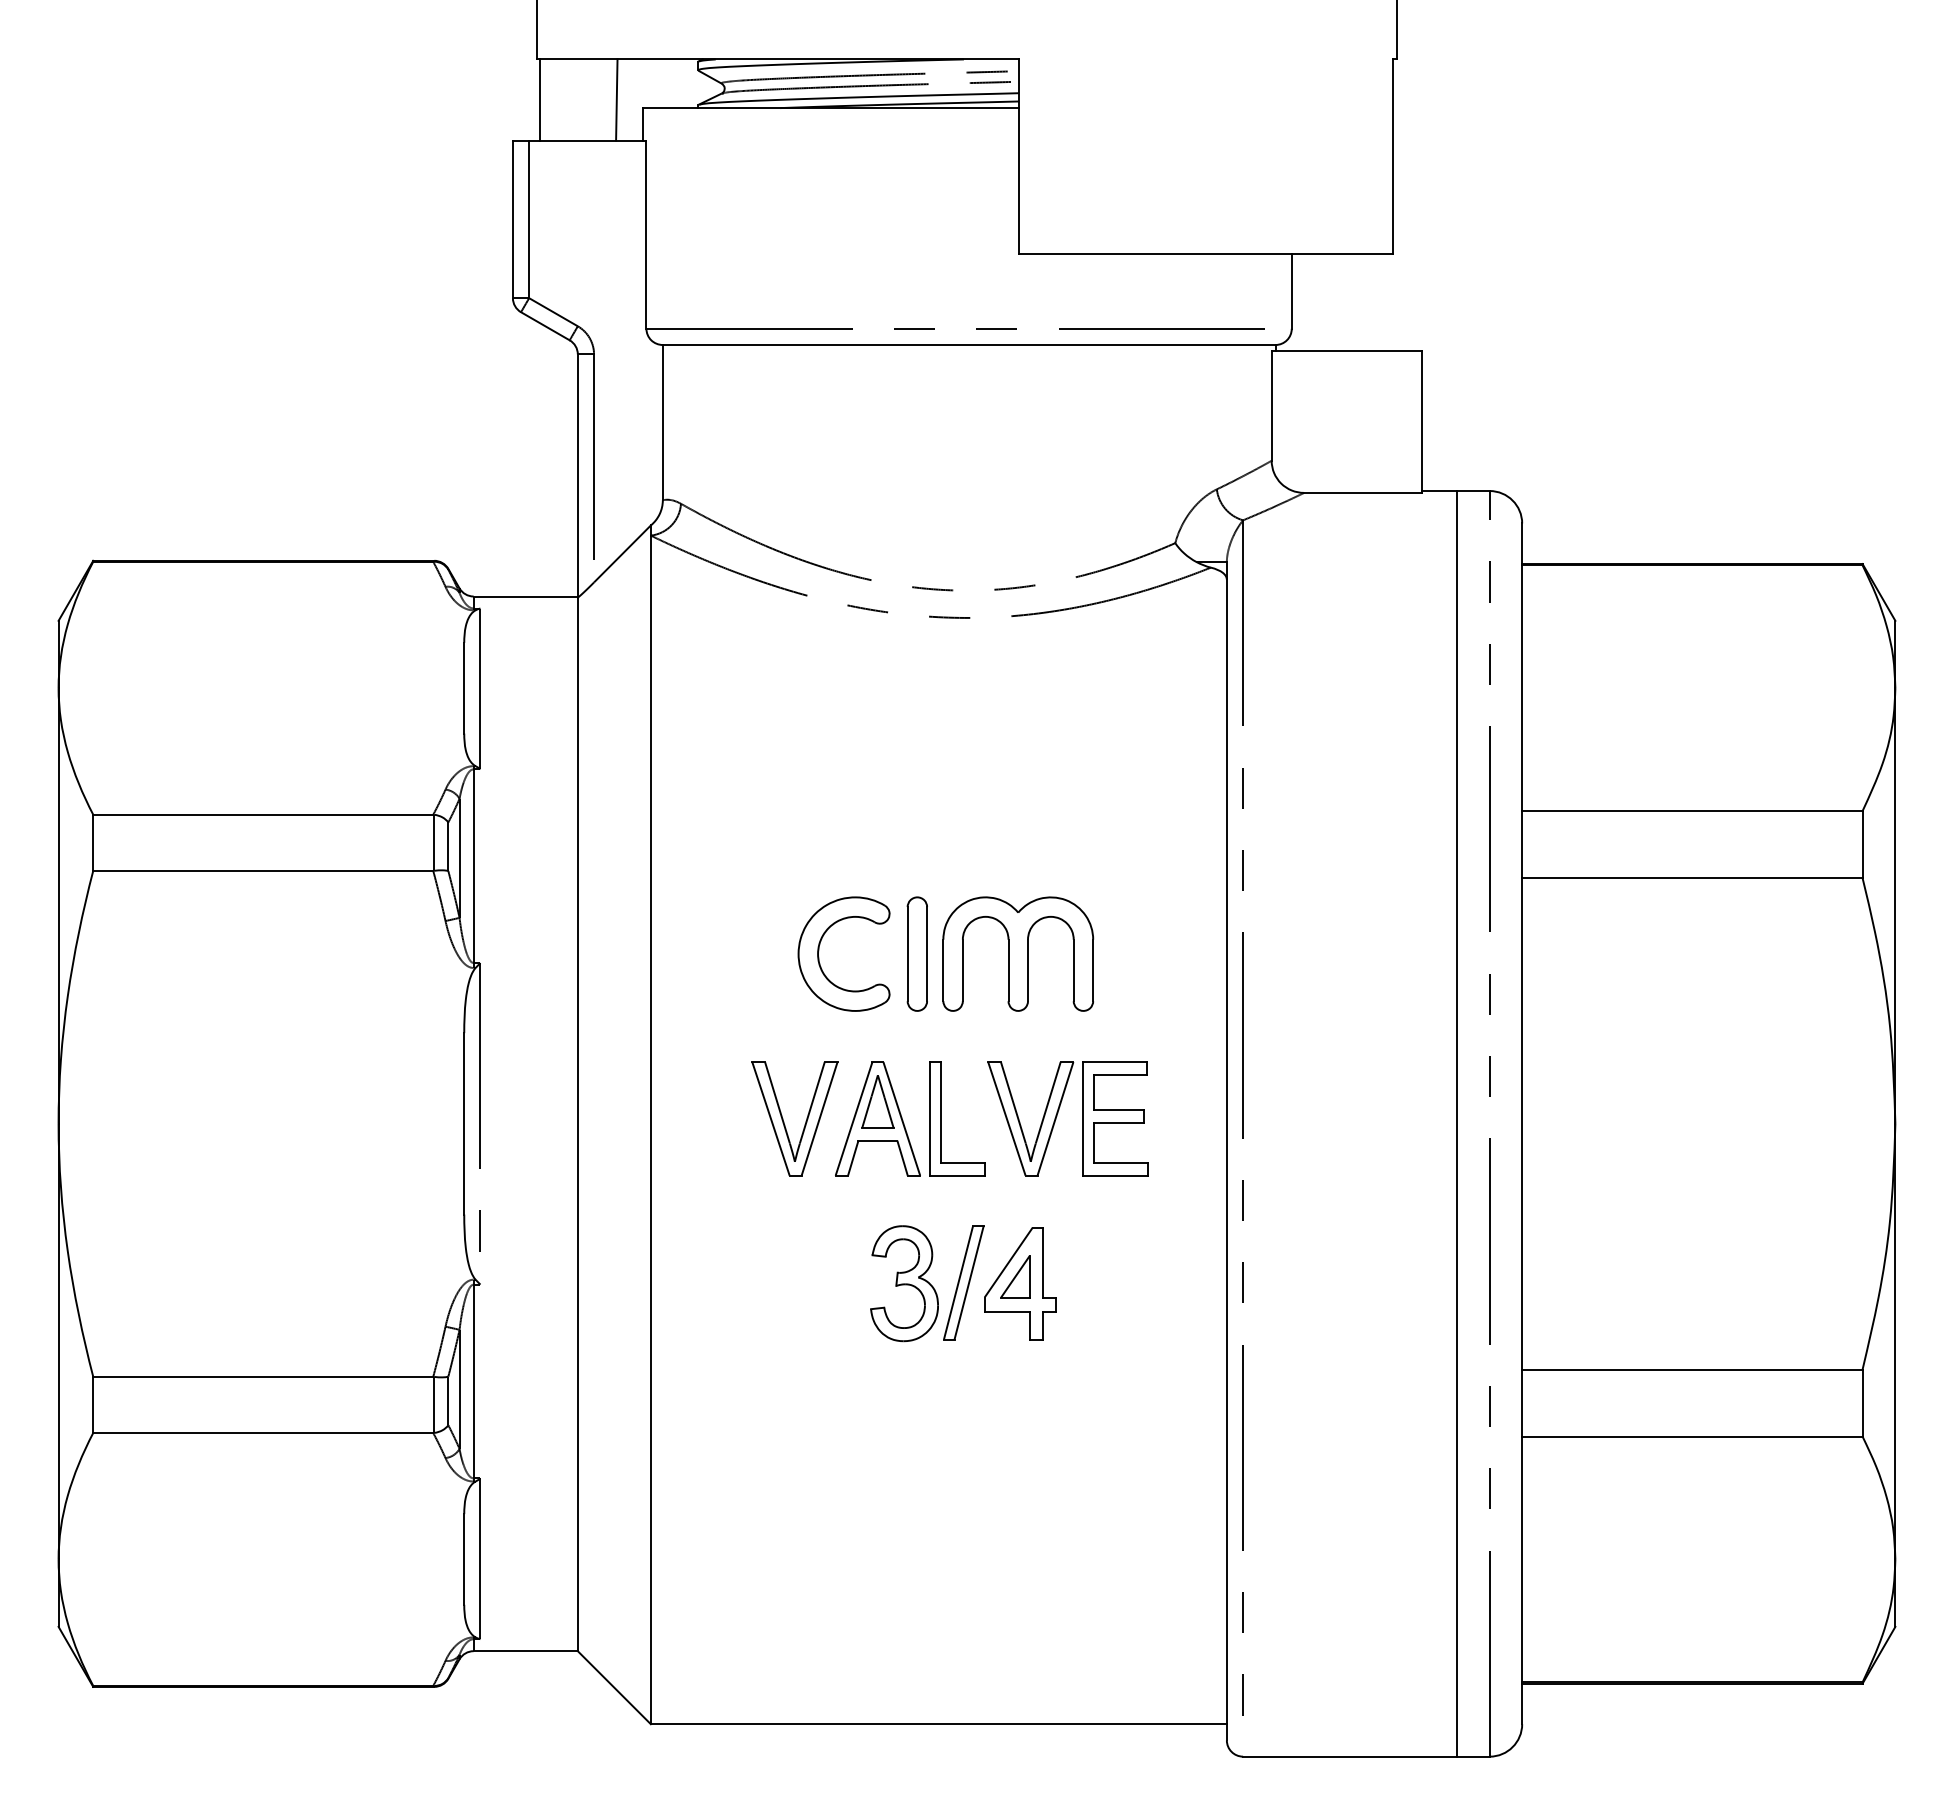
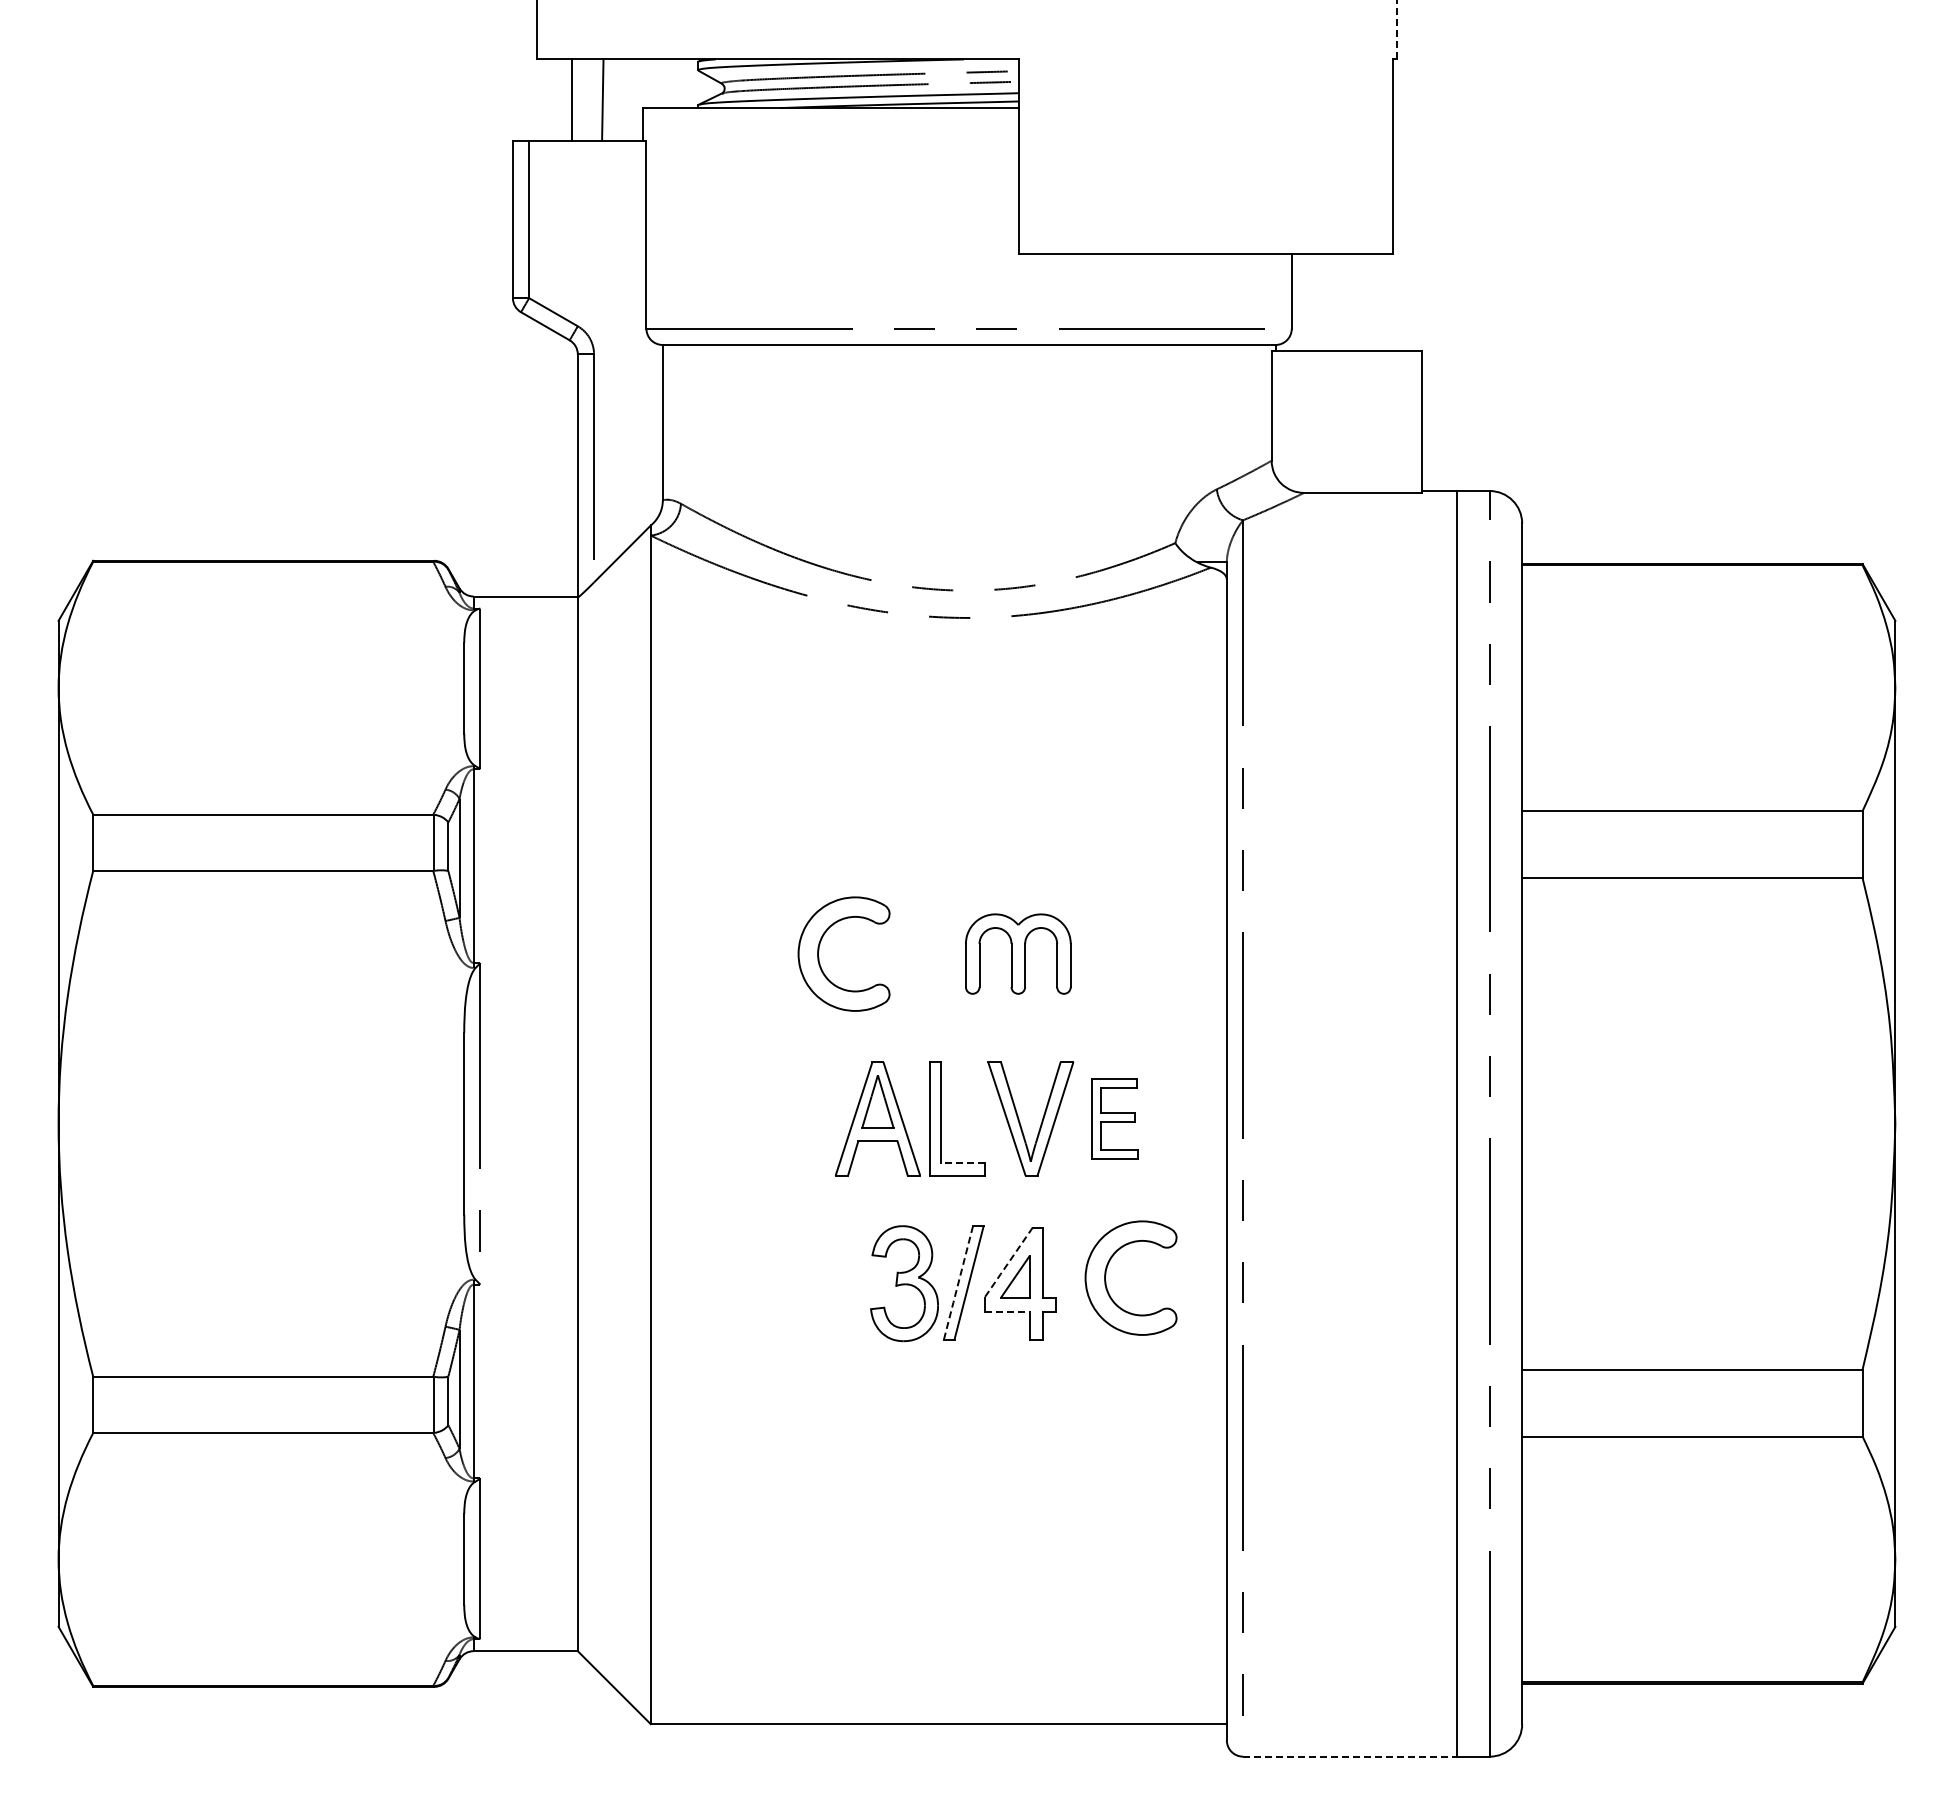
line at (1397, 29): solid -> dashed
line at (540, 99) position: (540, 99) -> (572, 99)
line at (616, 99) position: (616, 99) -> (602, 99)
part at (916, 953): present -> none
part at (1018, 953) size: 153x116 px -> 107x82 px
part at (1115, 1118) size: 67x116 px -> 48x82 px
part at (784, 1121): present -> none
line at (963, 1162): solid -> dashed
line at (1008, 1263): solid -> dashed
part at (1106, 1274): none -> present
line at (958, 1283): solid -> dashed
line at (1007, 1312): solid -> dashed
line at (1350, 1756): solid -> dashed
